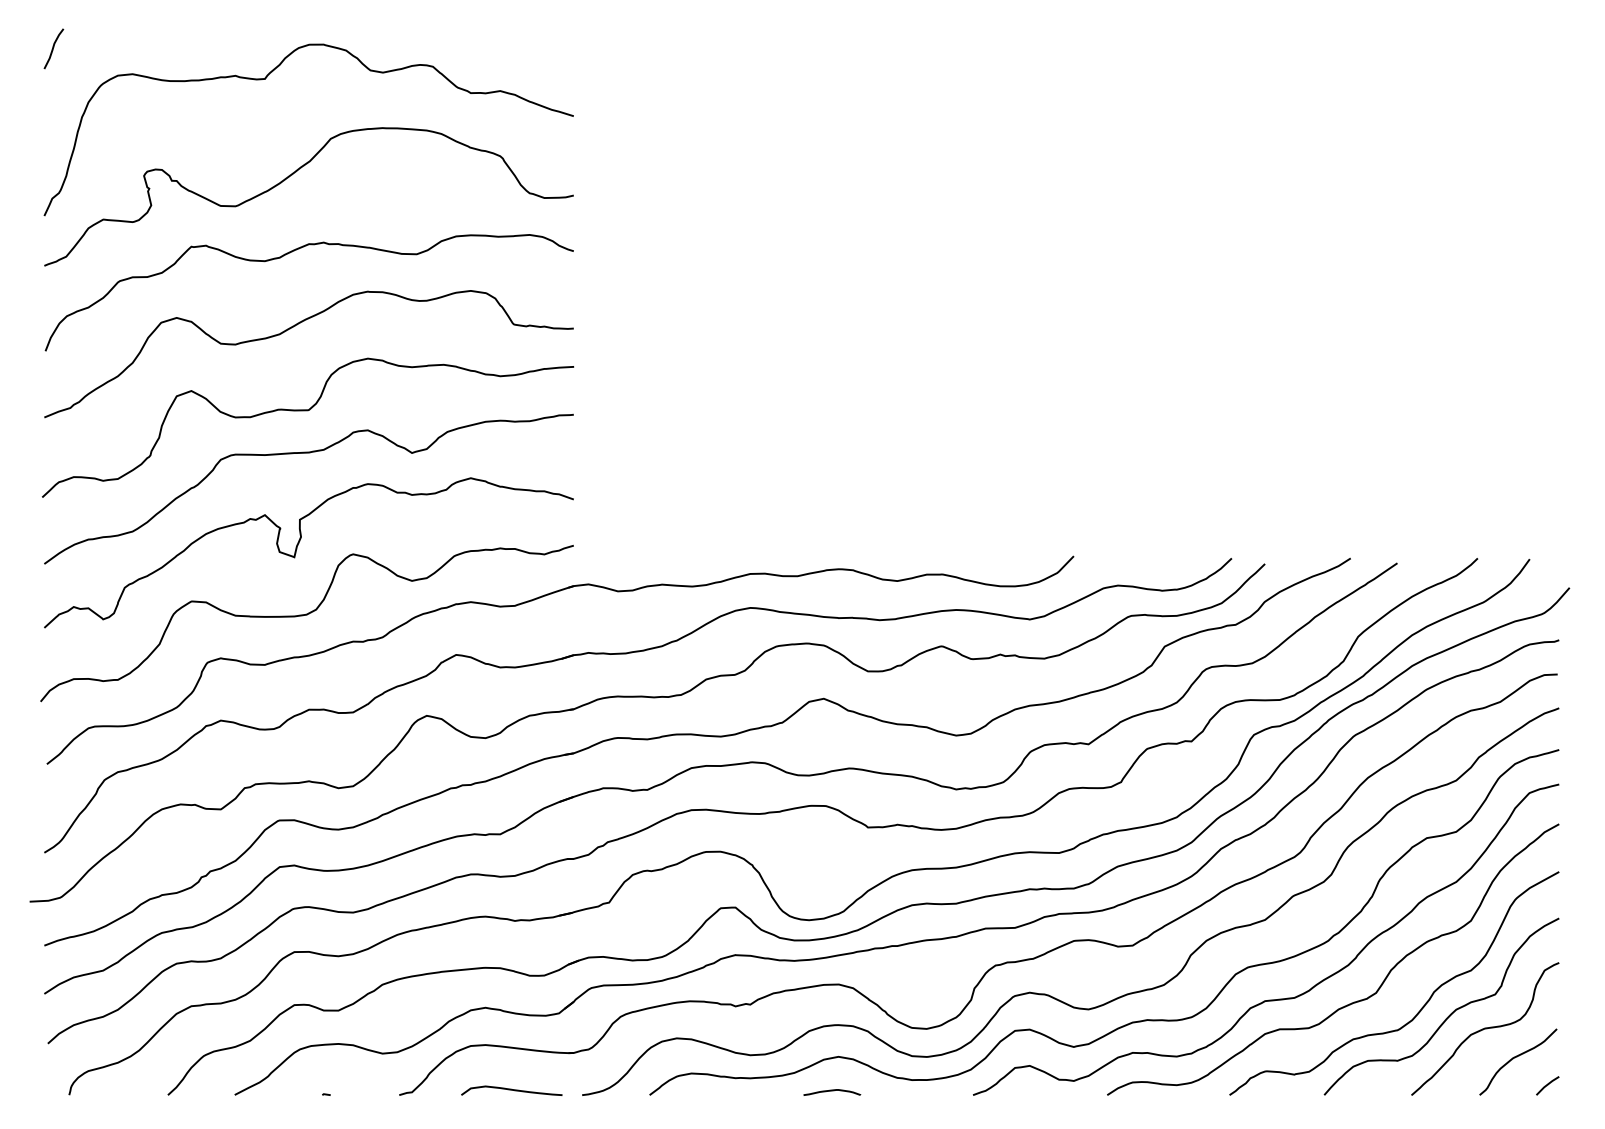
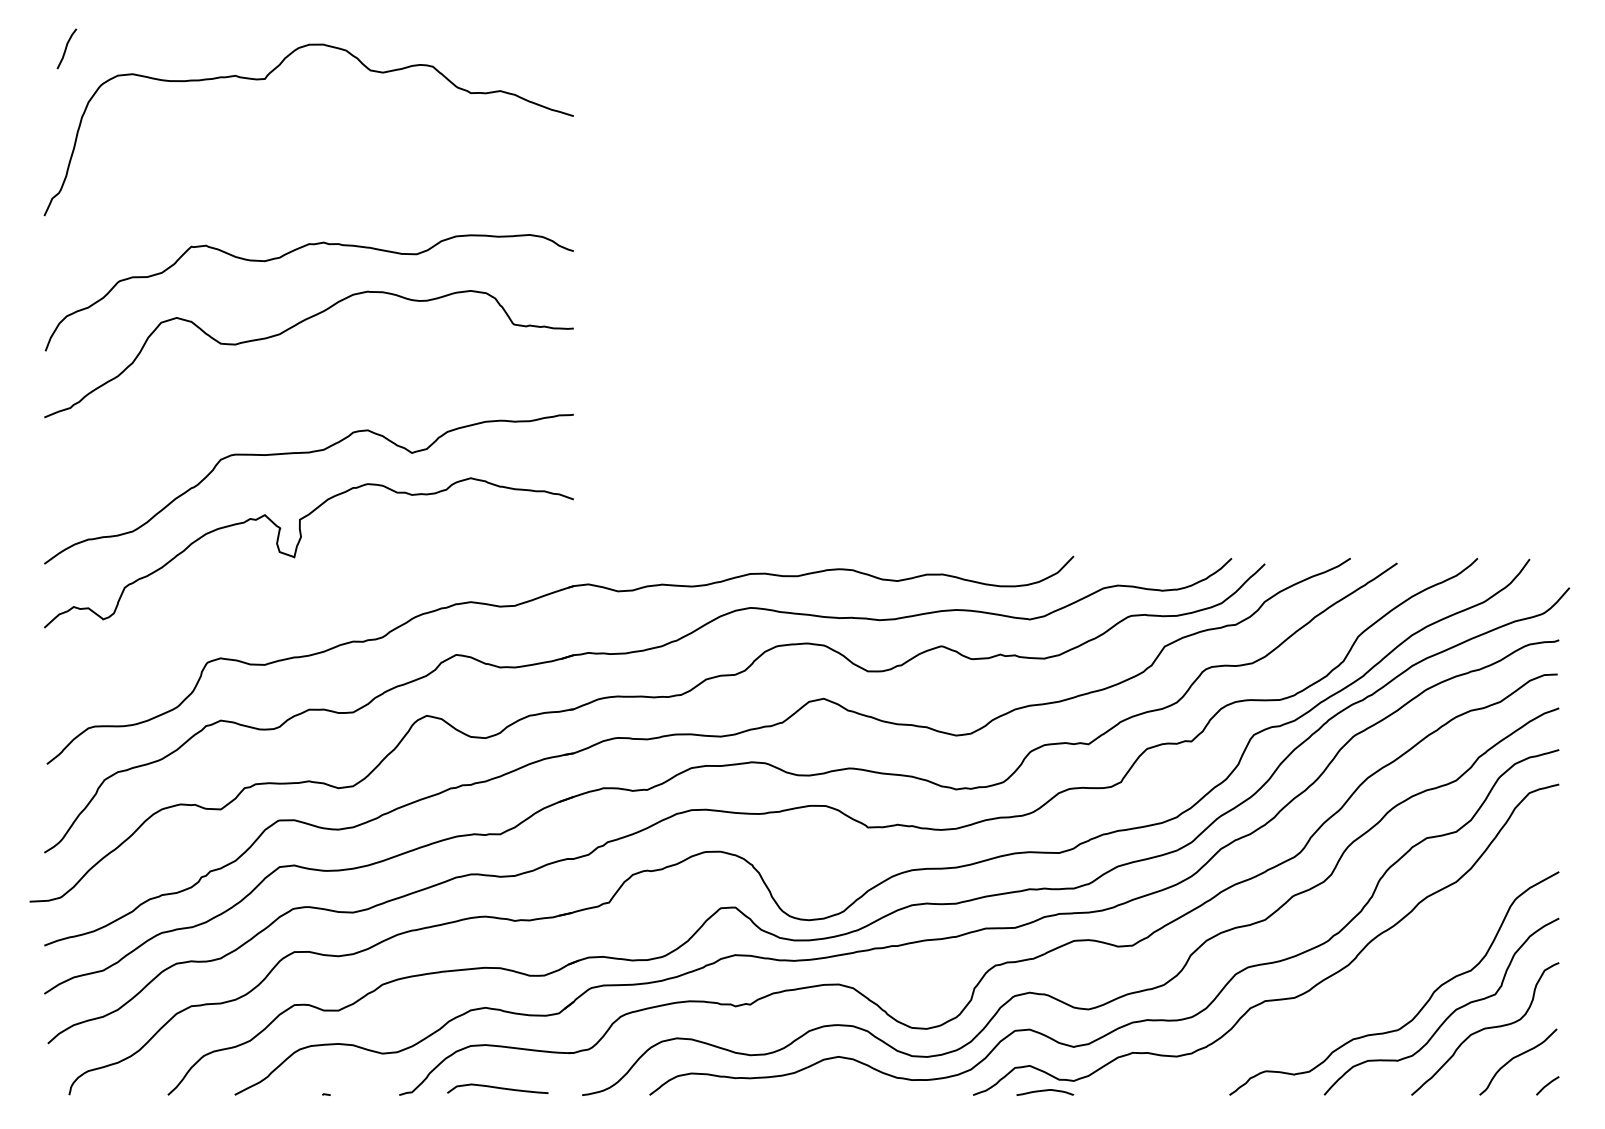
curve at (53, 48) position: (53, 48) -> (66, 48)
curve at (292, 175): present -> none
curve at (308, 411): present -> none
curve at (306, 615): present -> none
curve at (1351, 1002): present -> none
curve at (511, 1090) position: (511, 1090) -> (497, 1088)
curve at (832, 1091) position: (832, 1091) -> (1045, 1091)
